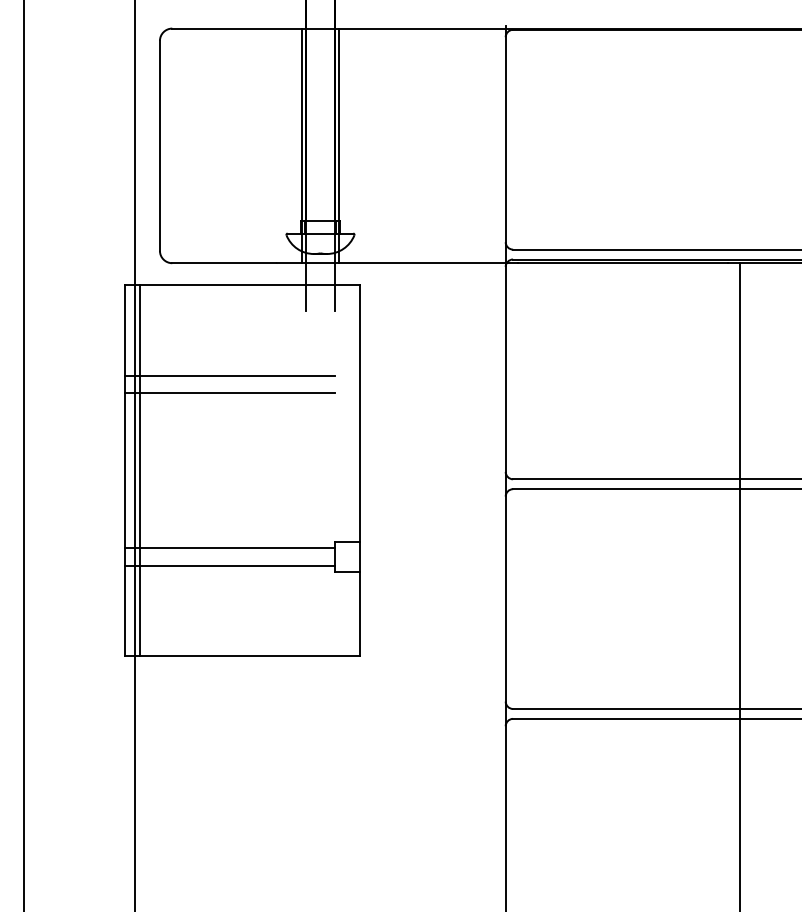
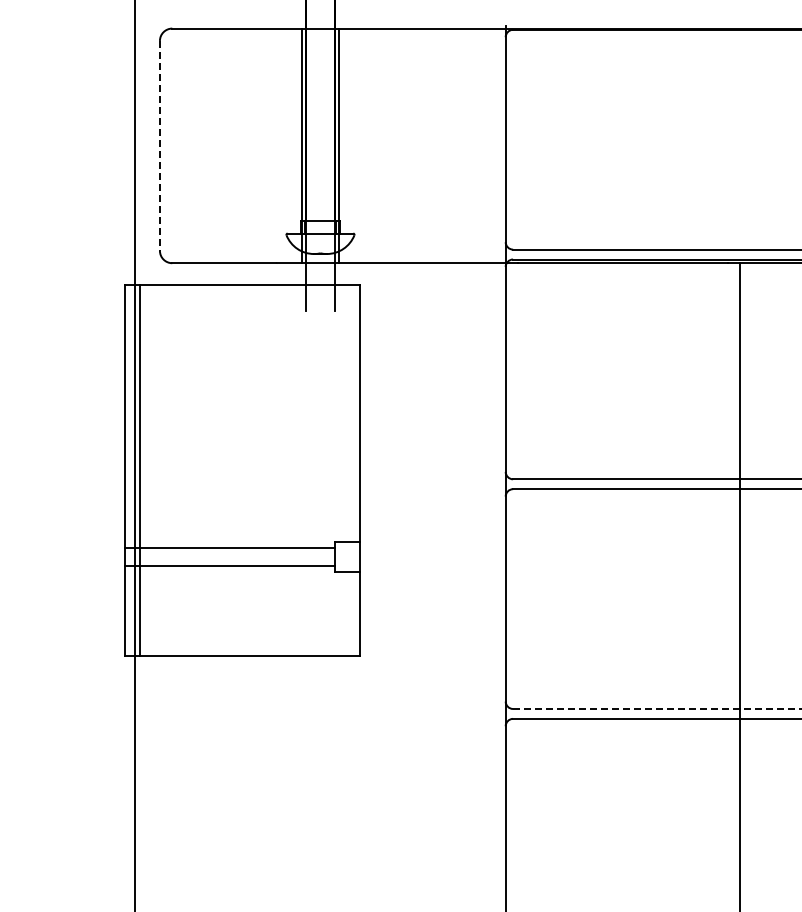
line at (159, 145): solid -> dashed
line at (230, 375): present -> none
line at (230, 392): present -> none
line at (24, 455): present -> none
line at (657, 708): solid -> dashed
